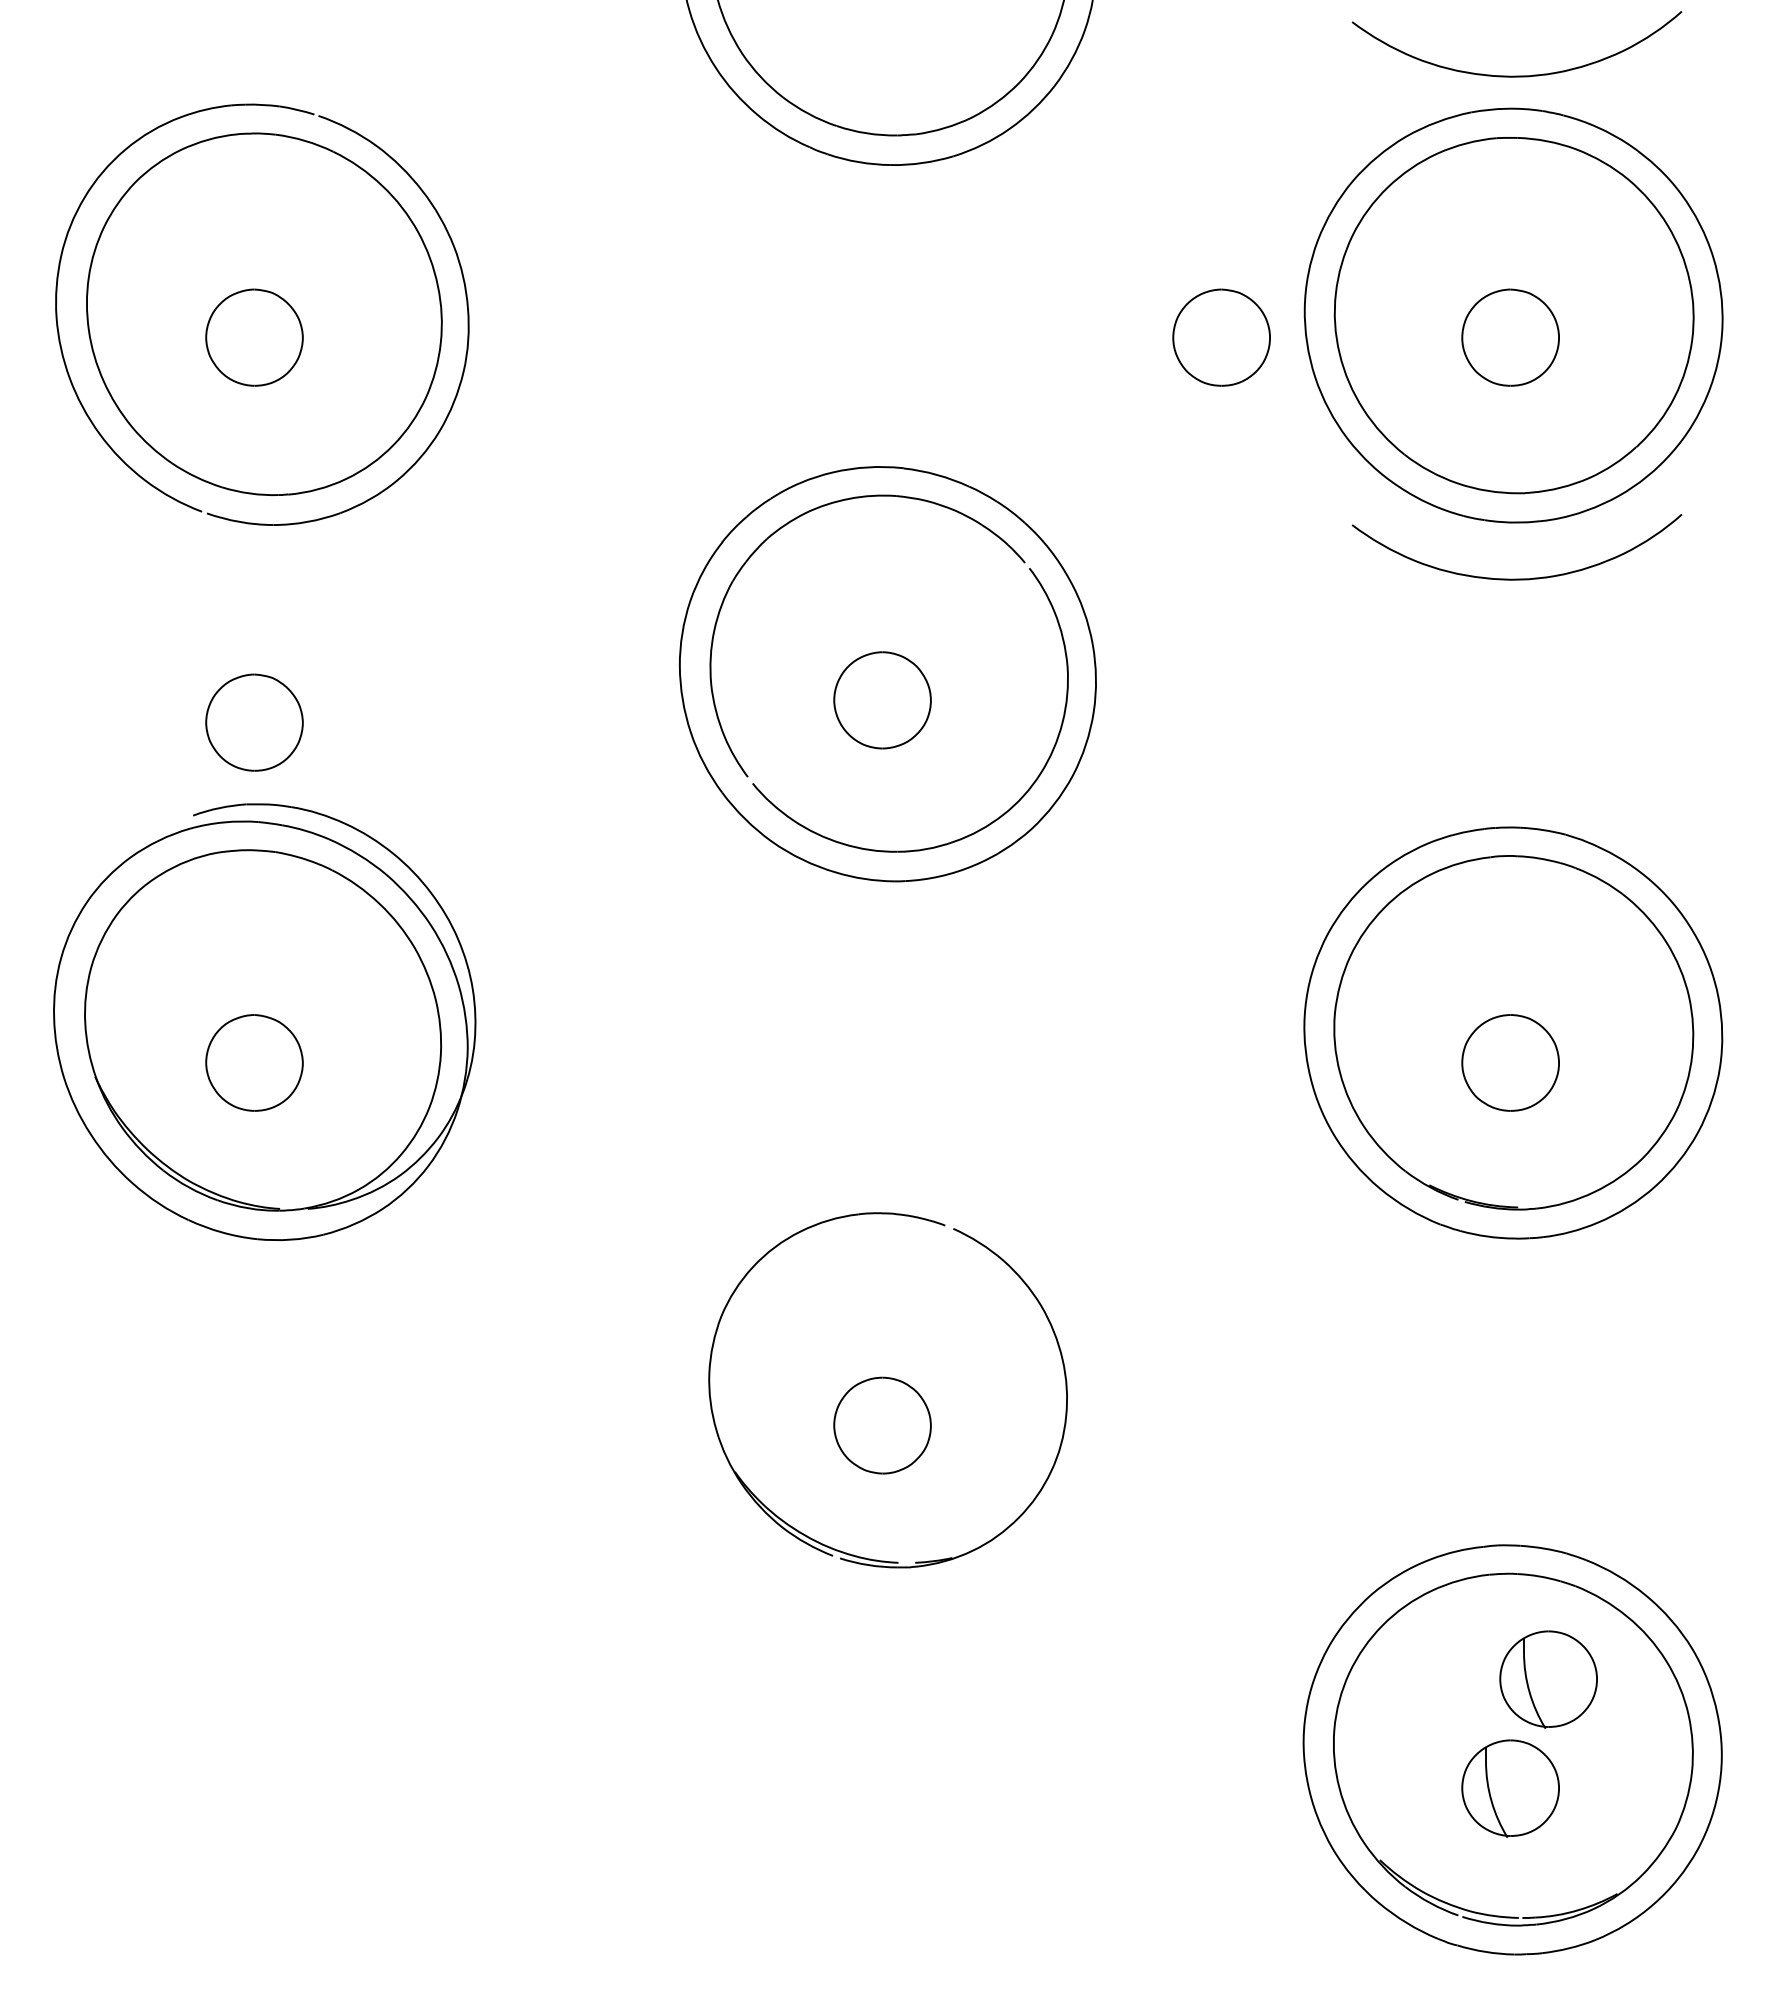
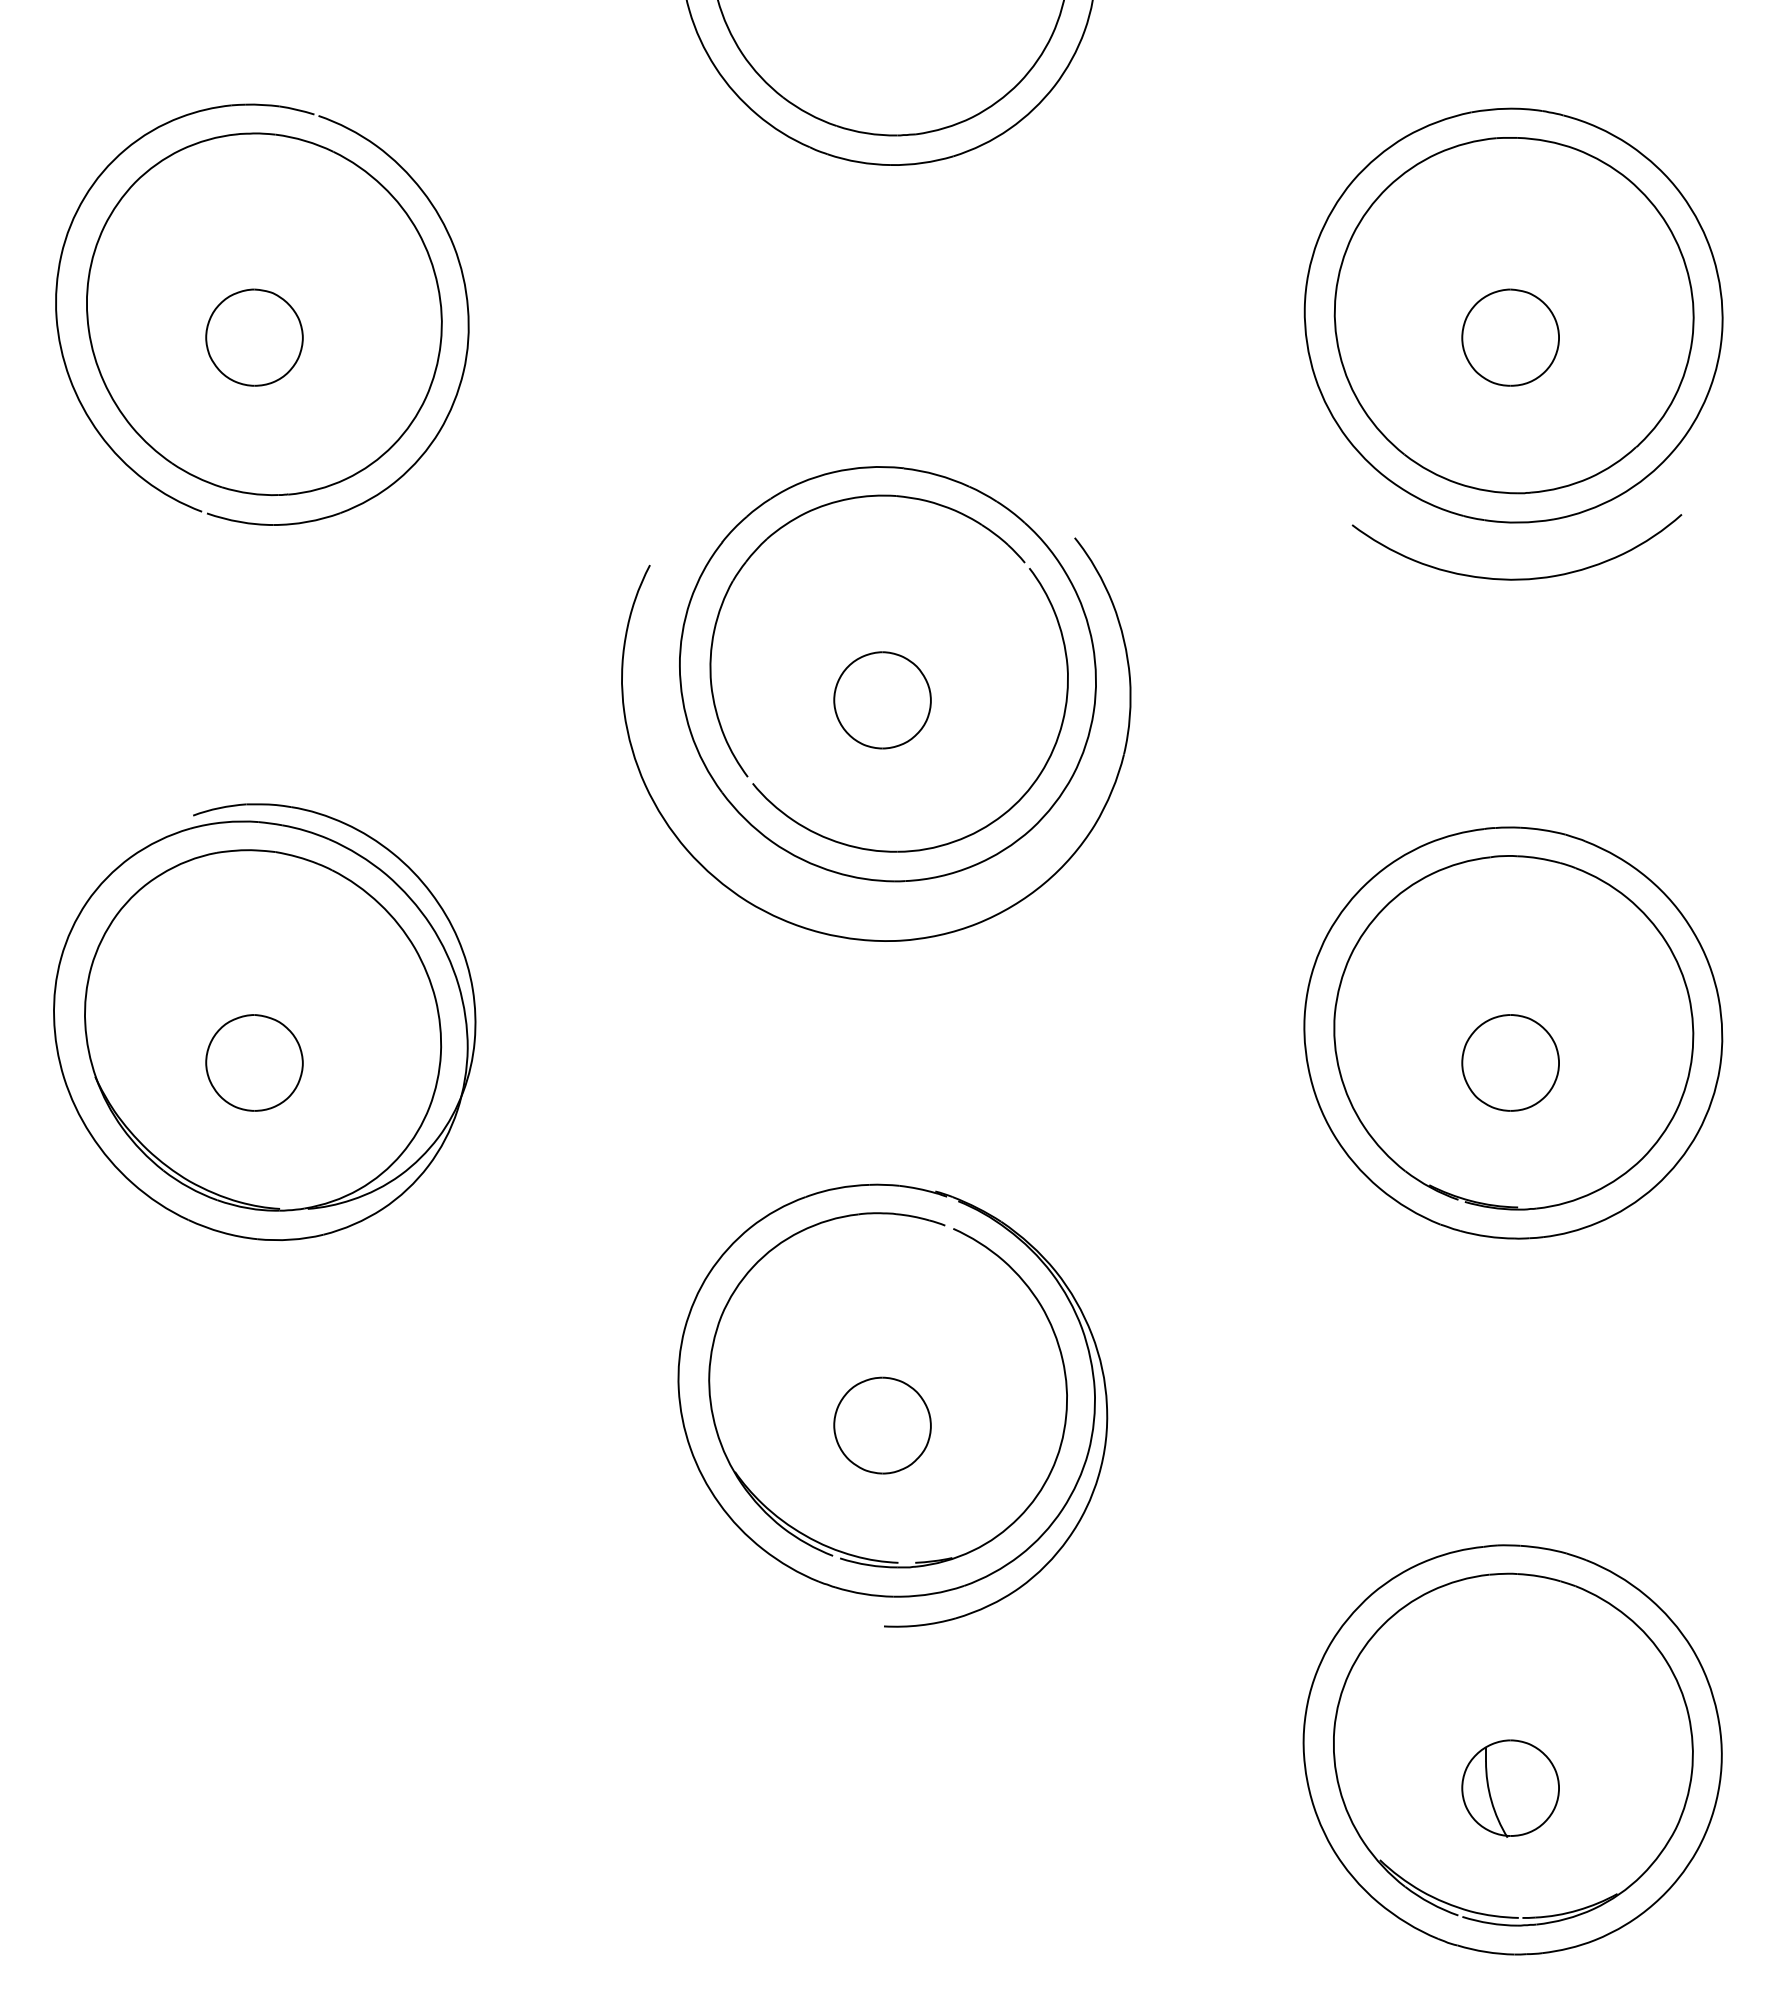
curve at (1516, 75): present -> none
part at (1221, 337): present -> none
part at (254, 722): present -> none
part at (840, 935): none -> present
part at (892, 1405): none -> present
part at (1548, 1679): present -> none
